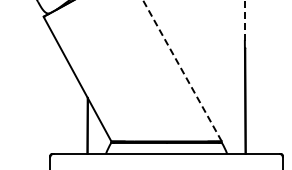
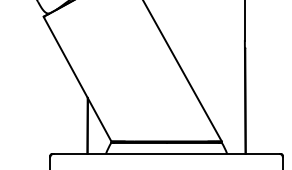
line at (244, 20): dashed -> solid
line at (182, 70): dashed -> solid
